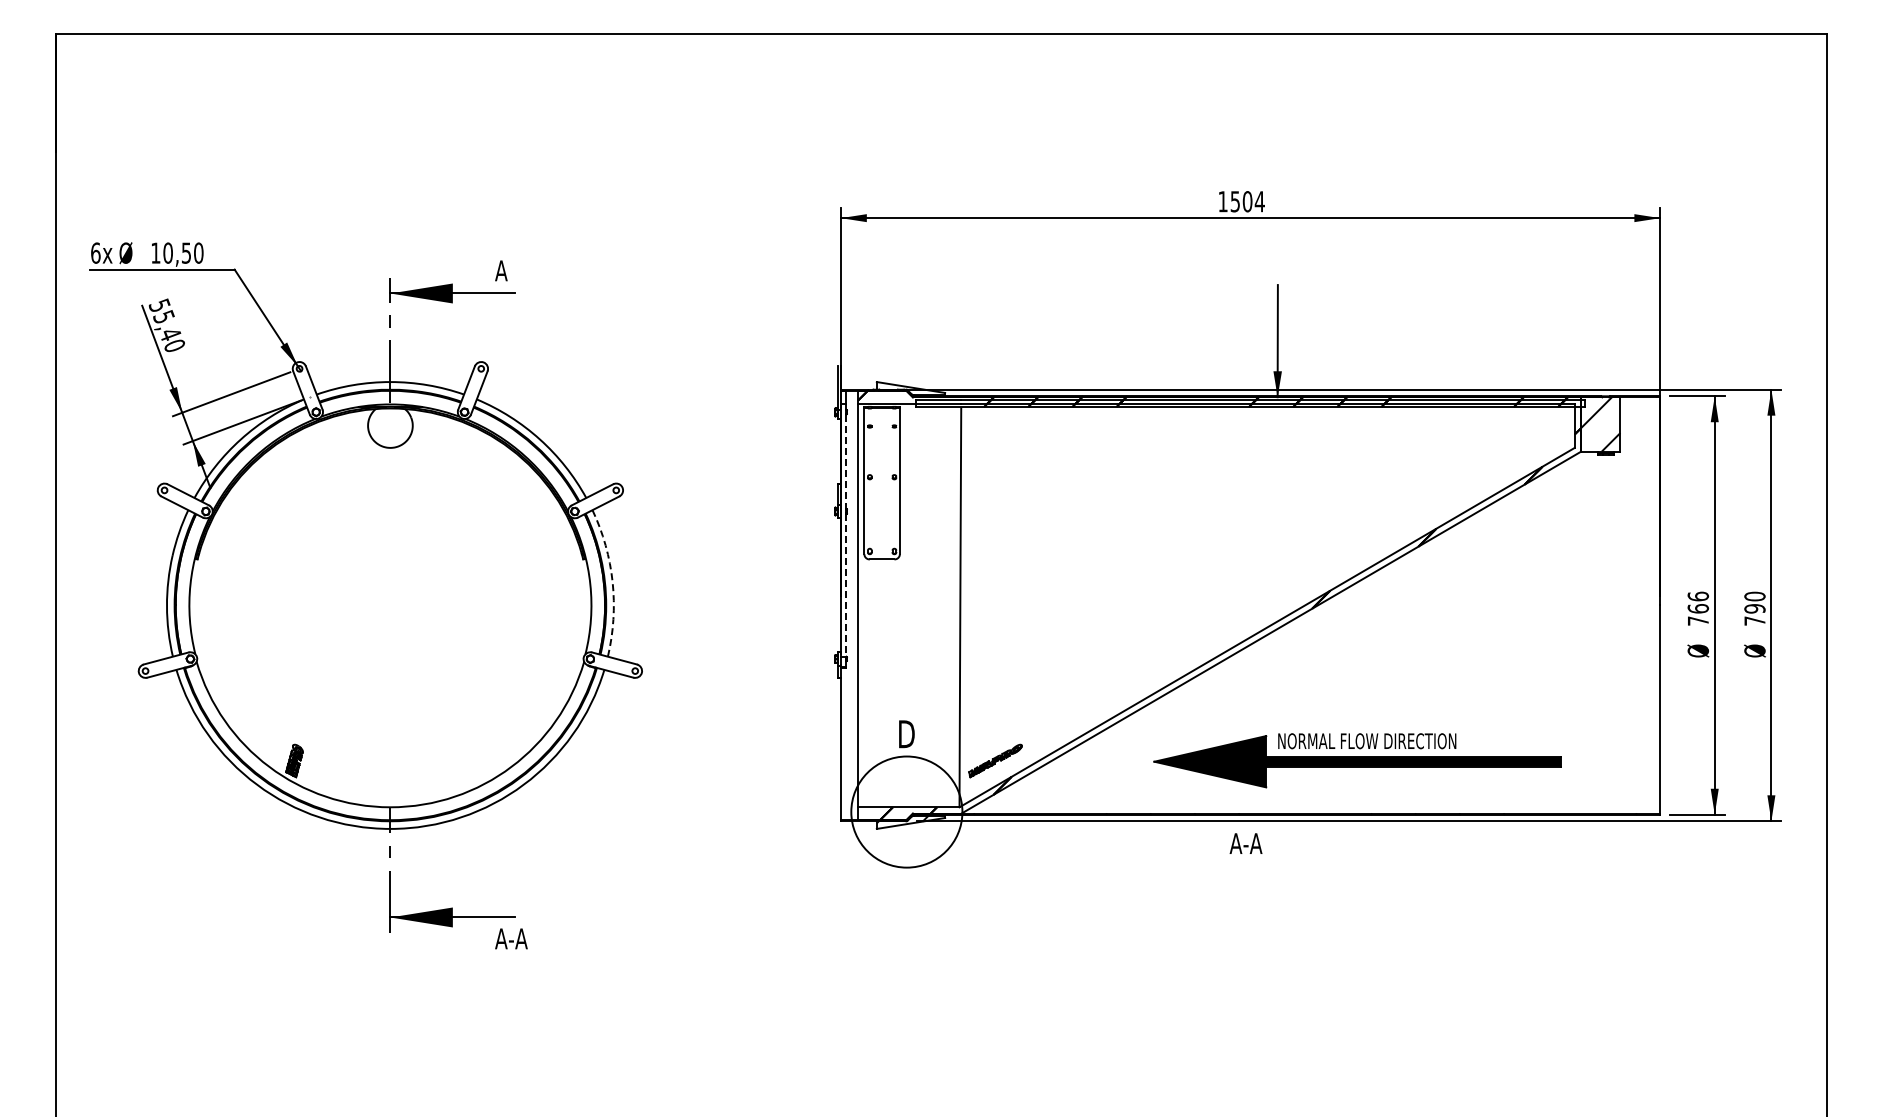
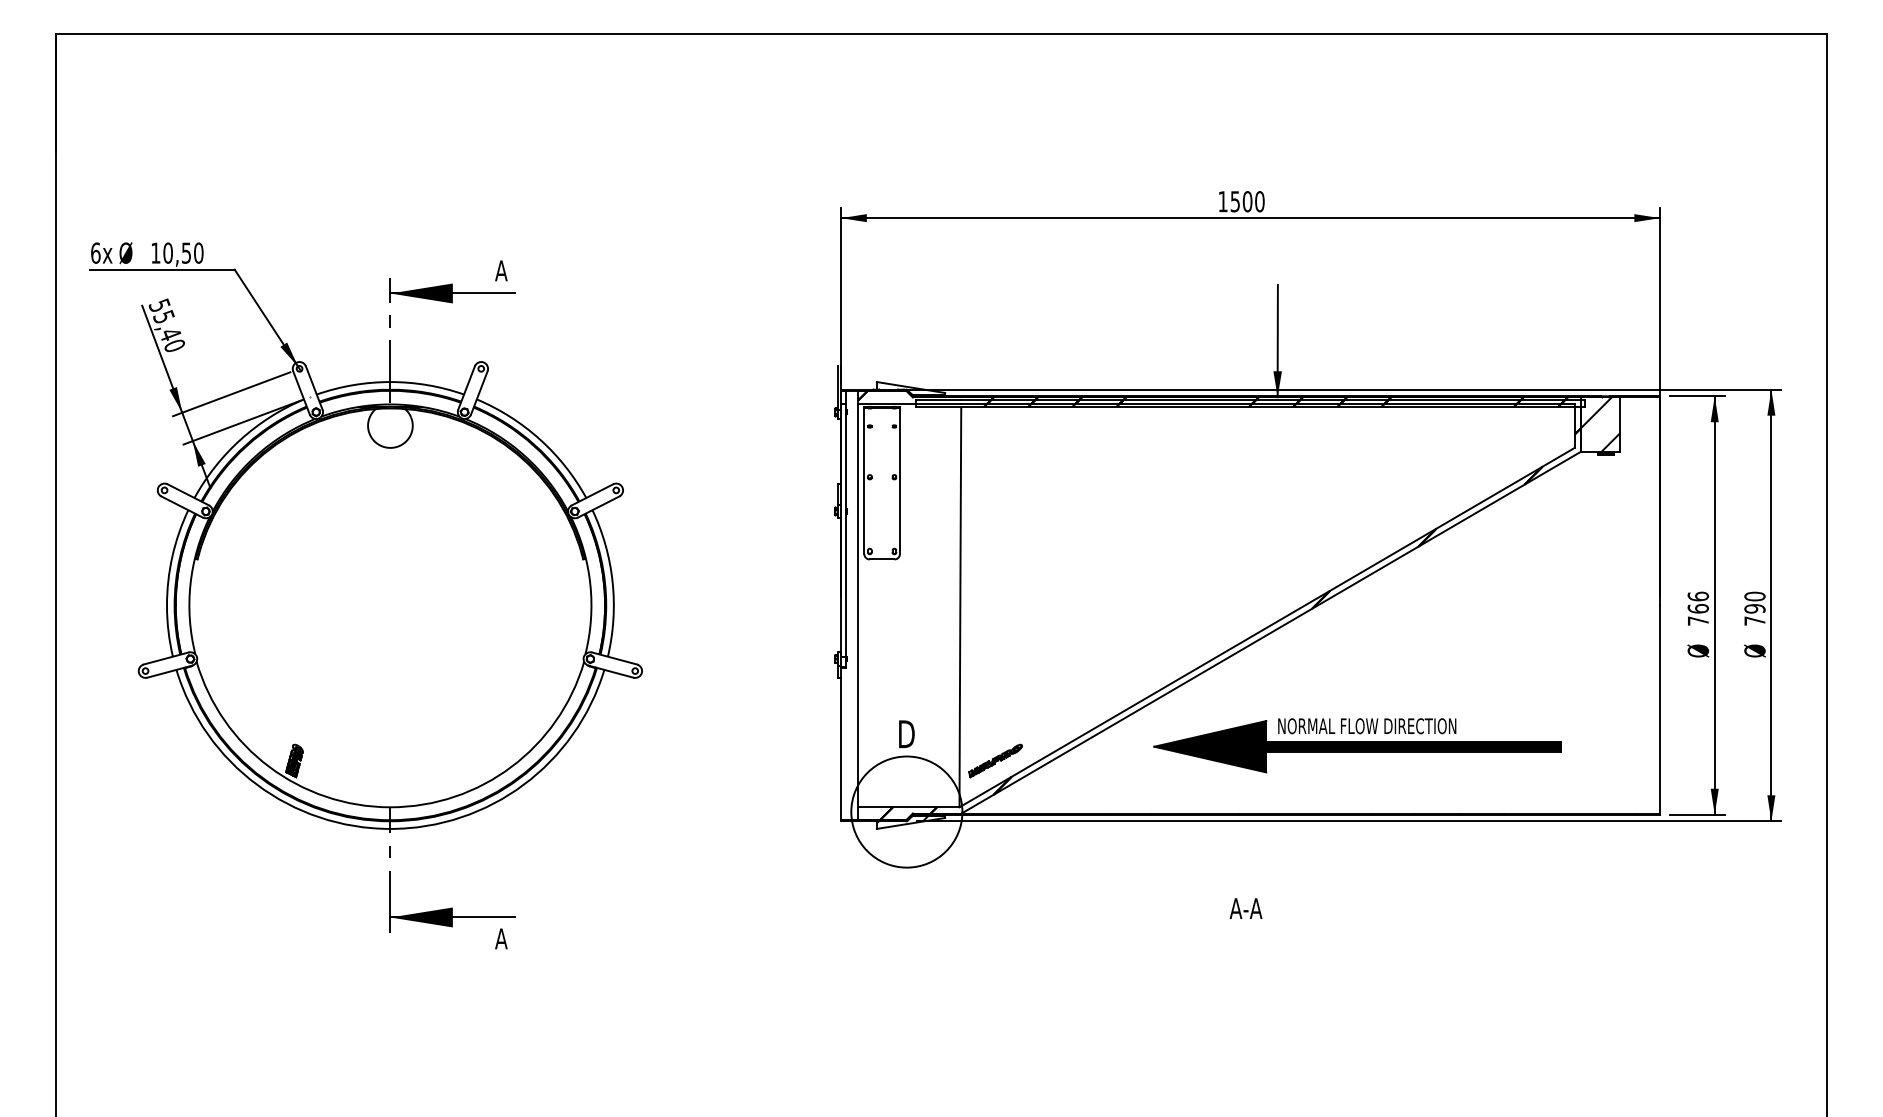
text at (1259, 201): 1504 -> 1500
line at (846, 531): dashed -> solid
arc at (612, 582): dashed -> solid
part at (1357, 760) position: (1357, 760) -> (1357, 745)
text at (1245, 843) position: (1245, 843) -> (1245, 908)
text at (518, 938): A-A -> A
